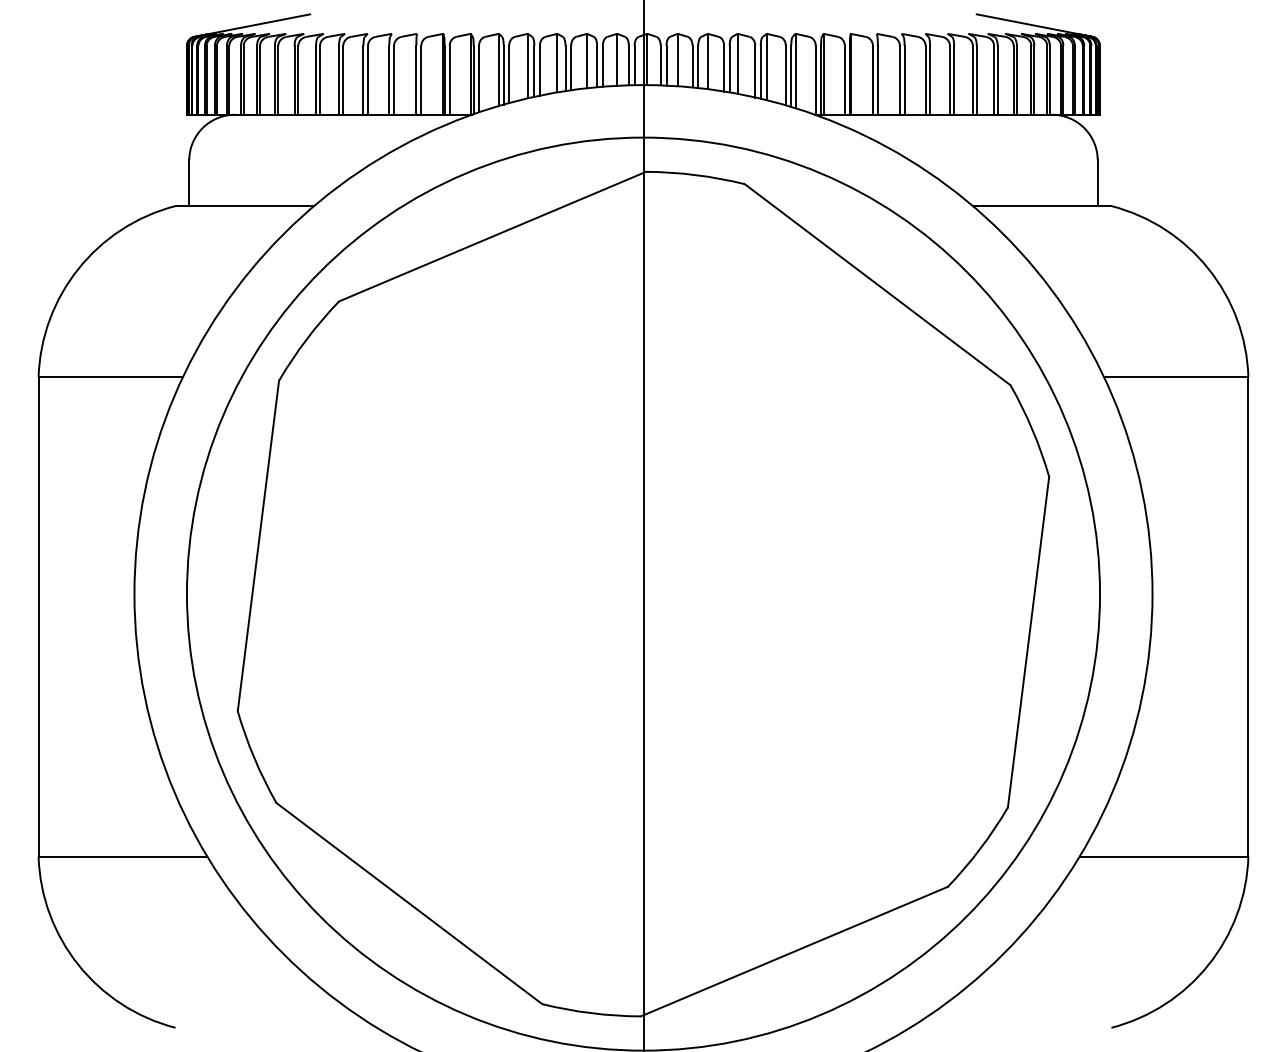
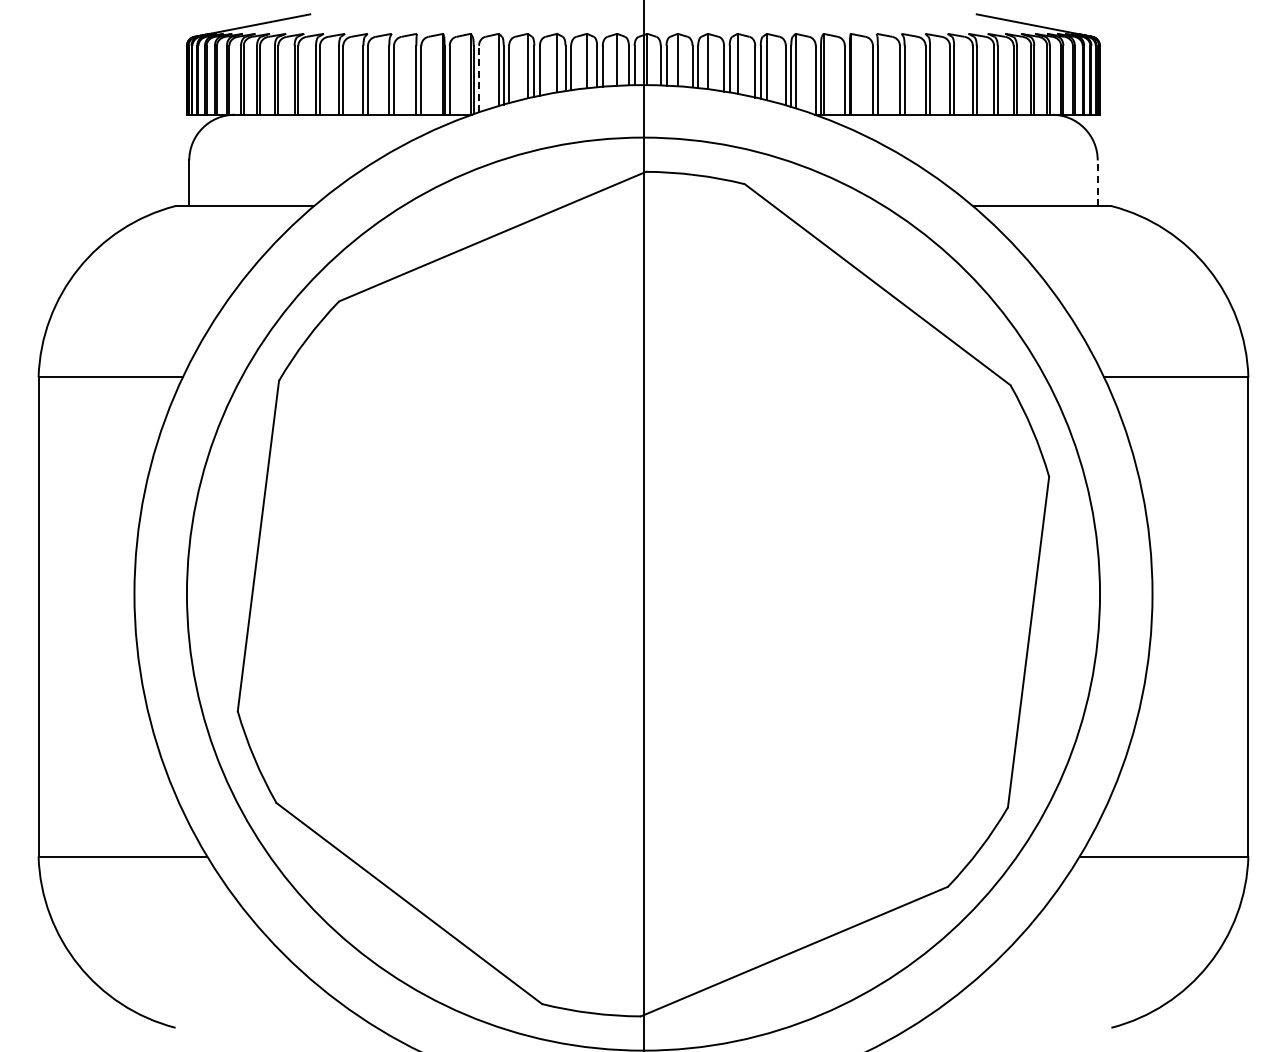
line at (479, 78): solid -> dashed
line at (1097, 183): solid -> dashed
